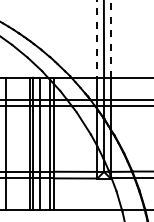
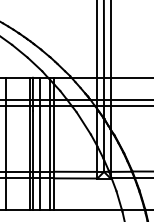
line at (97, 39): dashed -> solid
line at (110, 39): dashed -> solid
